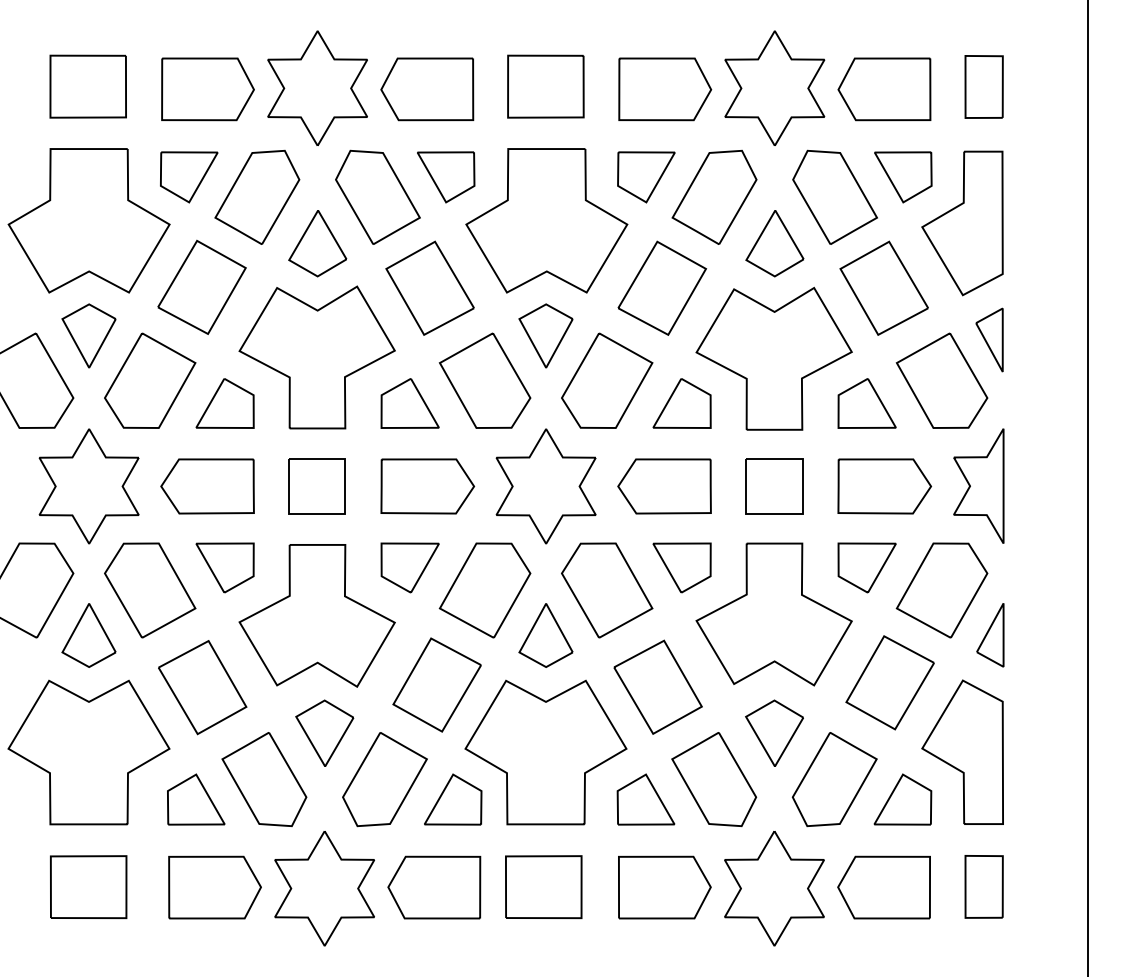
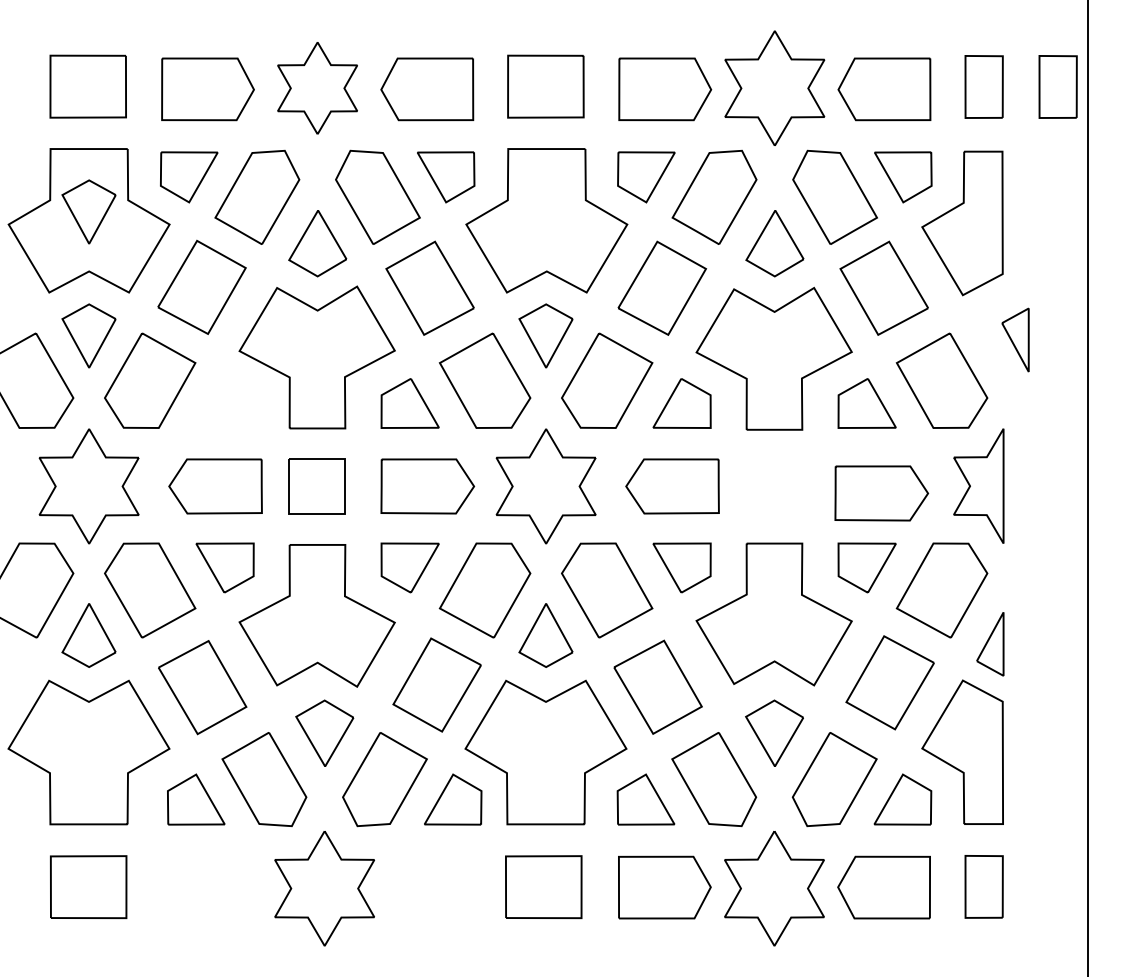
part at (1057, 86): none -> present
part at (317, 87) size: 101x116 px -> 81x93 px
part at (88, 211): none -> present
part at (989, 339) position: (989, 339) -> (1015, 339)
part at (224, 403): present -> none
part at (207, 486) position: (207, 486) -> (215, 486)
part at (664, 486) position: (664, 486) -> (672, 486)
part at (774, 486): present -> none
part at (884, 486) position: (884, 486) -> (881, 493)
part at (990, 635) position: (990, 635) -> (990, 644)
part at (214, 887): present -> none
part at (434, 887): present -> none
